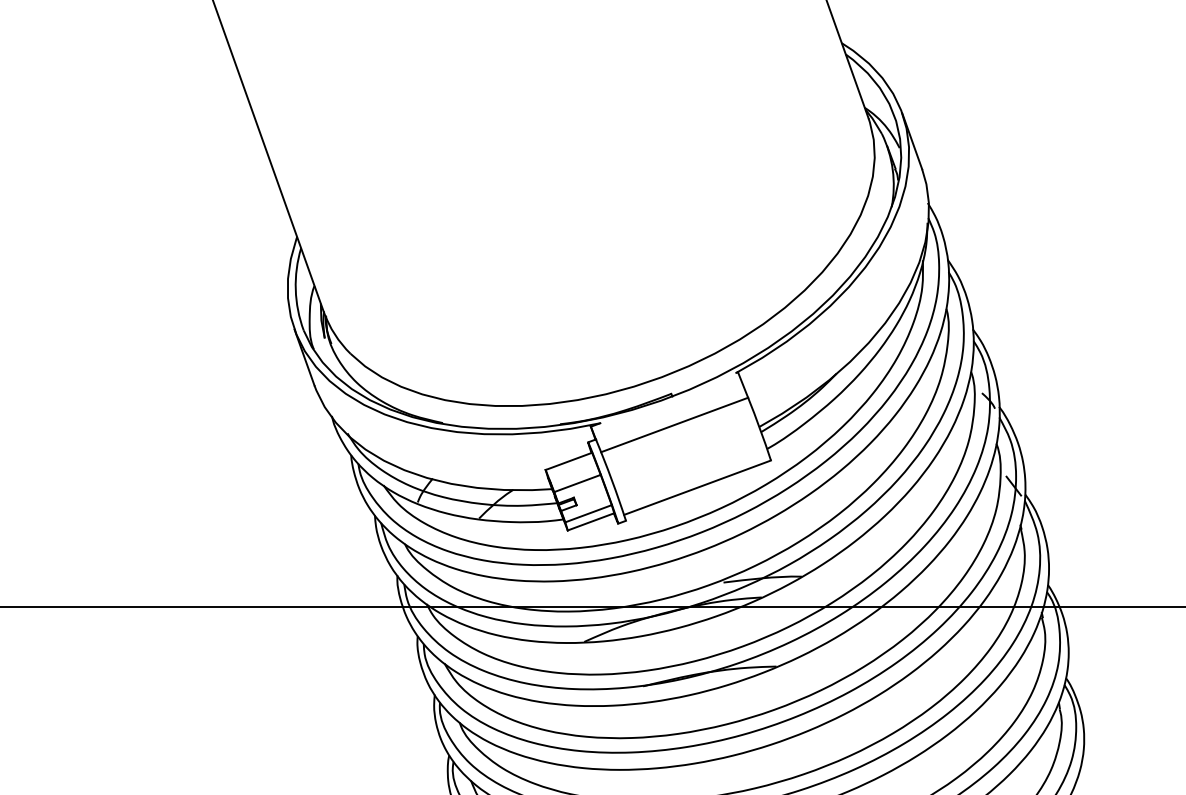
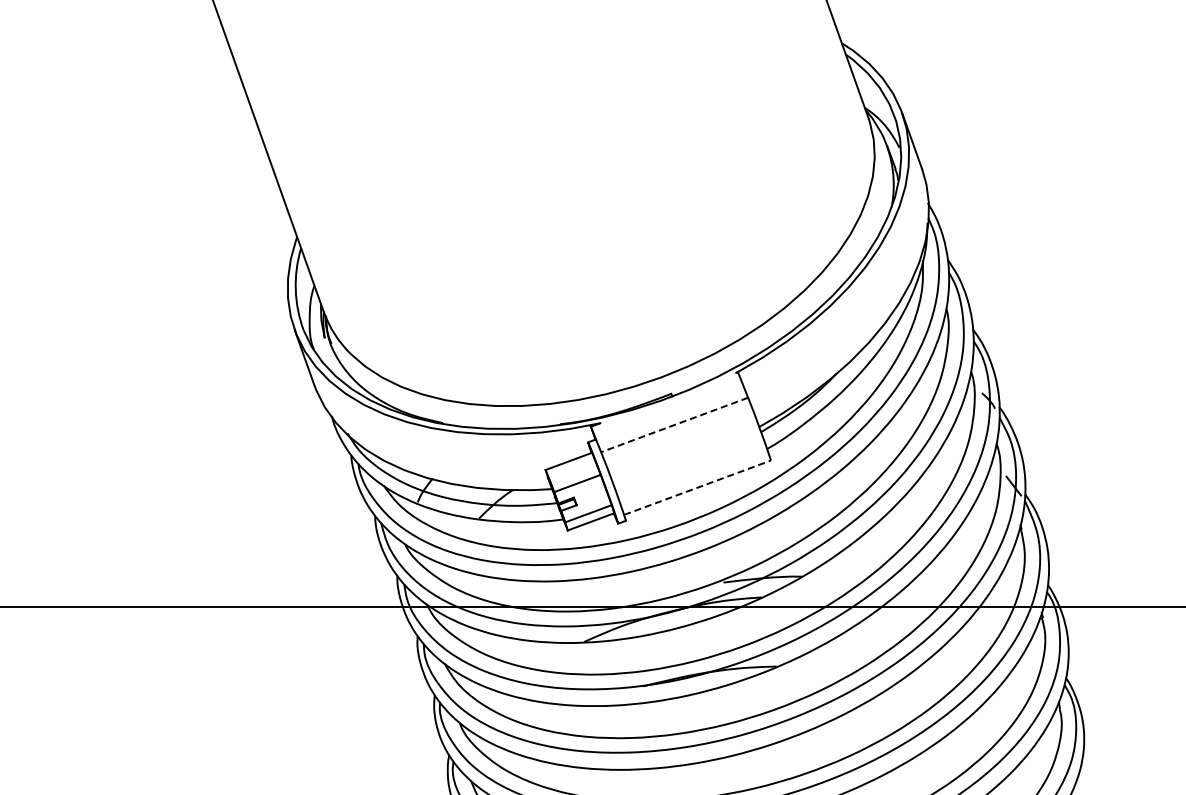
line at (674, 425): solid -> dashed
line at (698, 487): solid -> dashed
